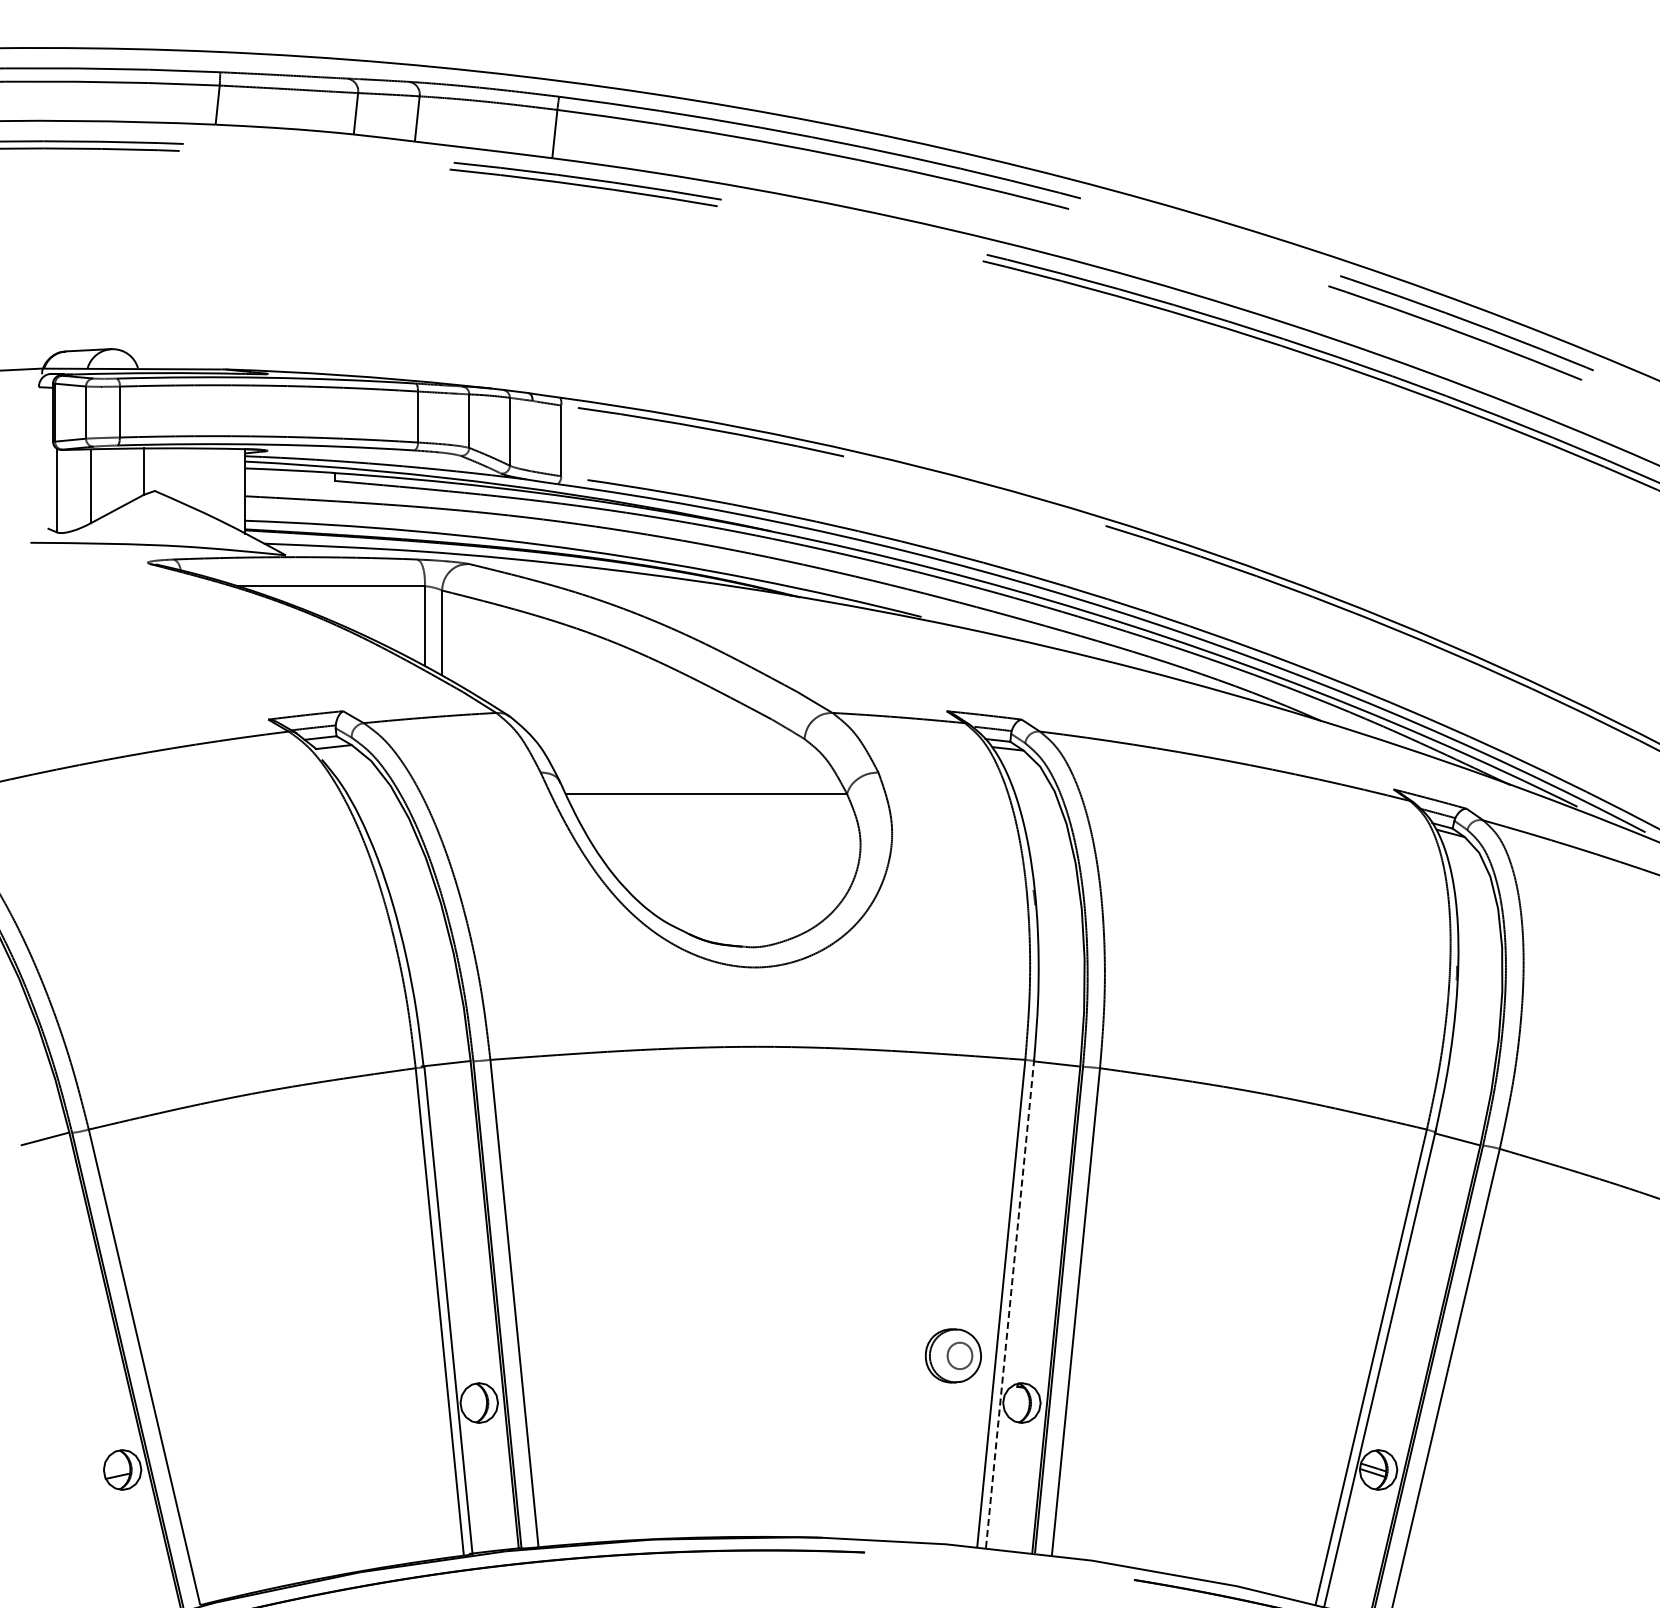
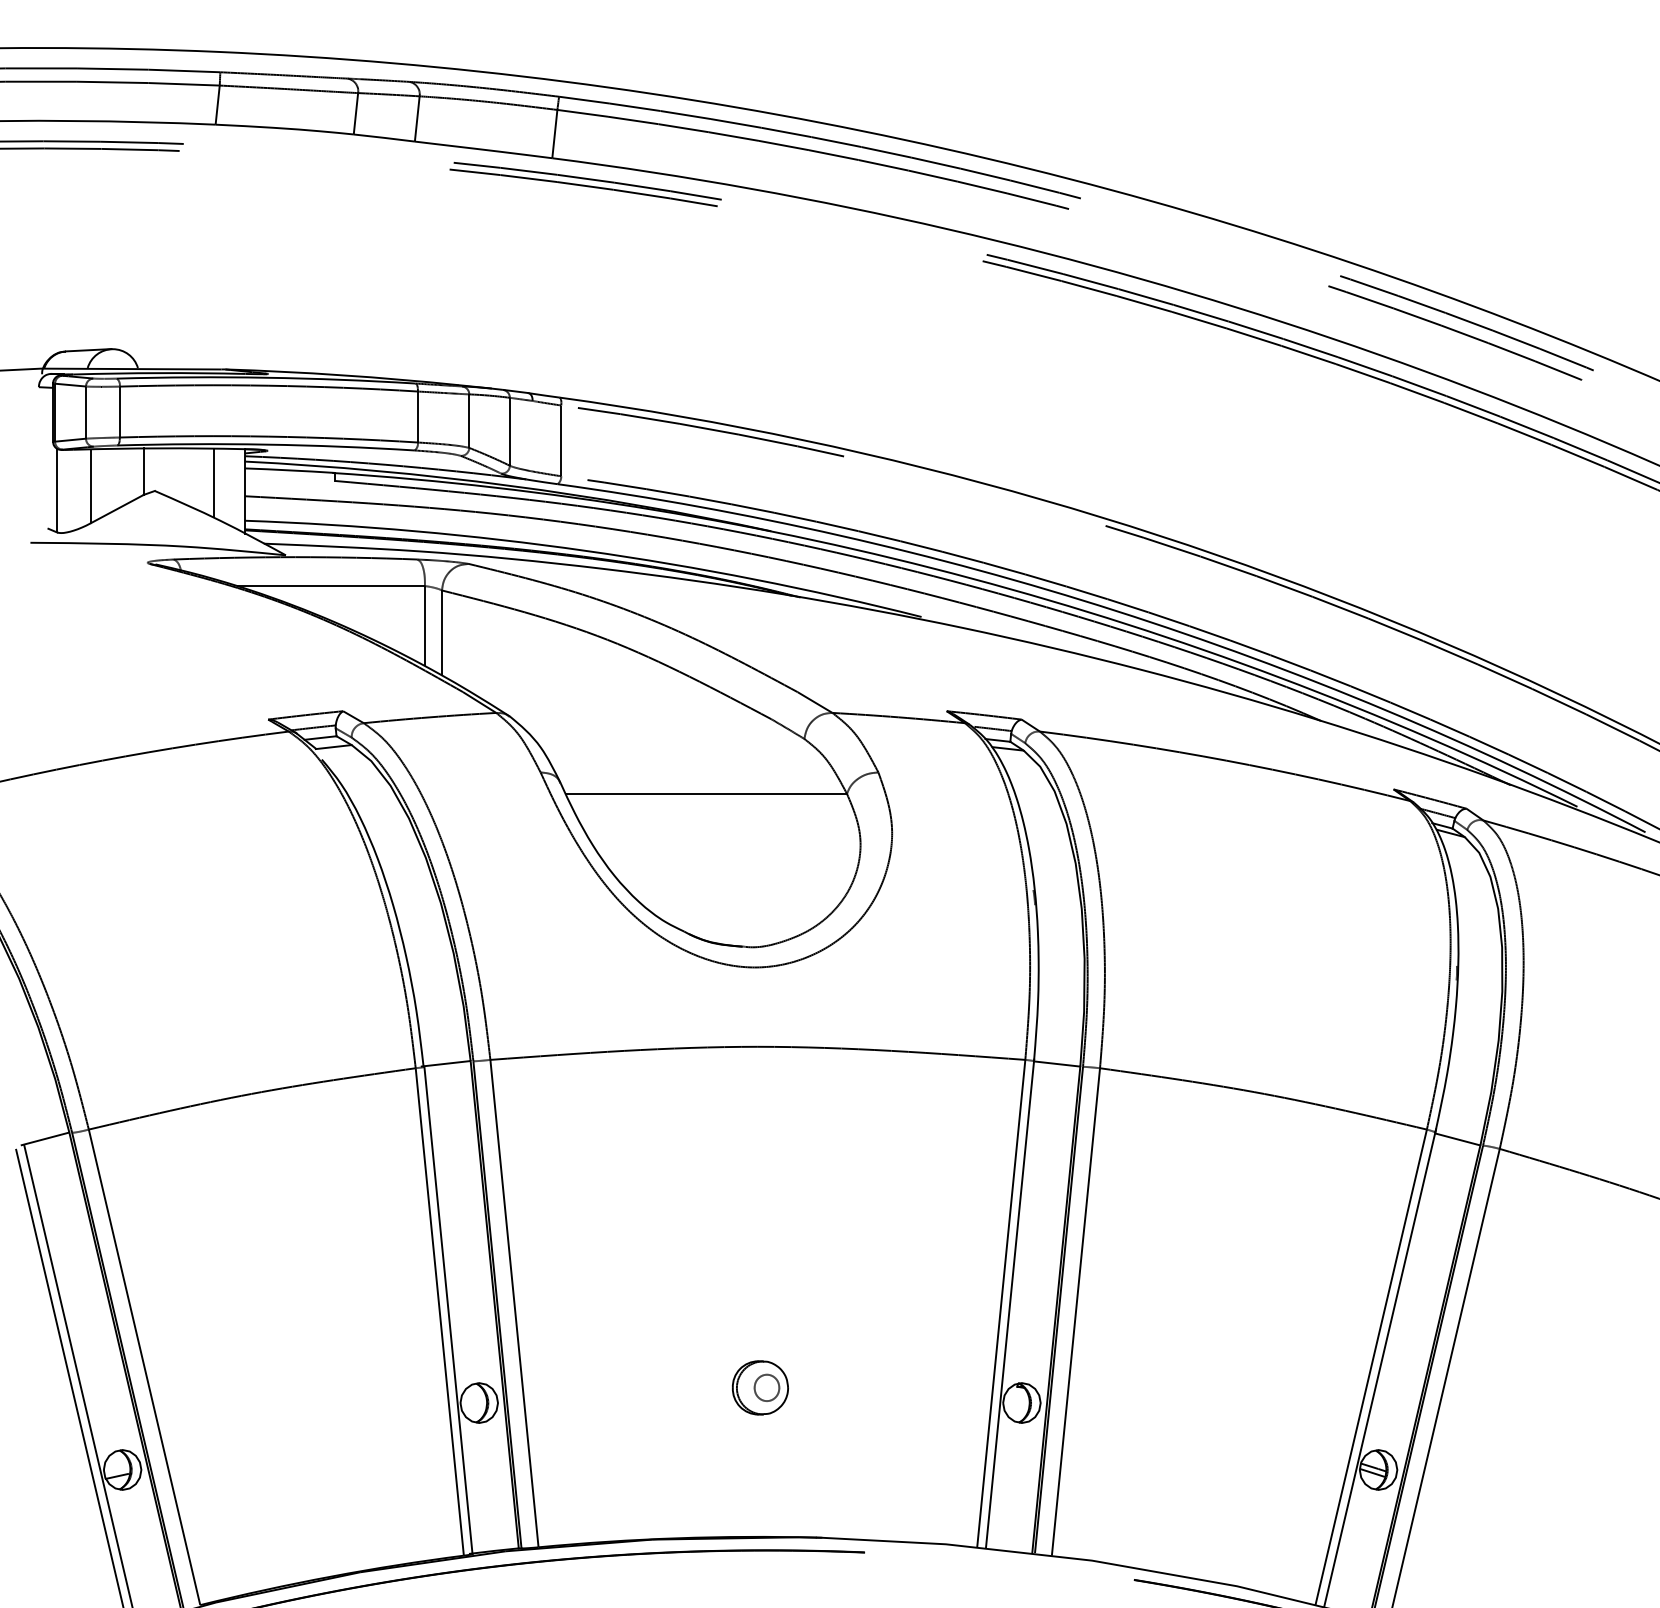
line at (213, 482): none -> present
line at (1010, 1303): dashed -> solid
part at (953, 1355) position: (953, 1355) -> (760, 1387)
line at (77, 1374): none -> present
line at (68, 1376): none -> present
